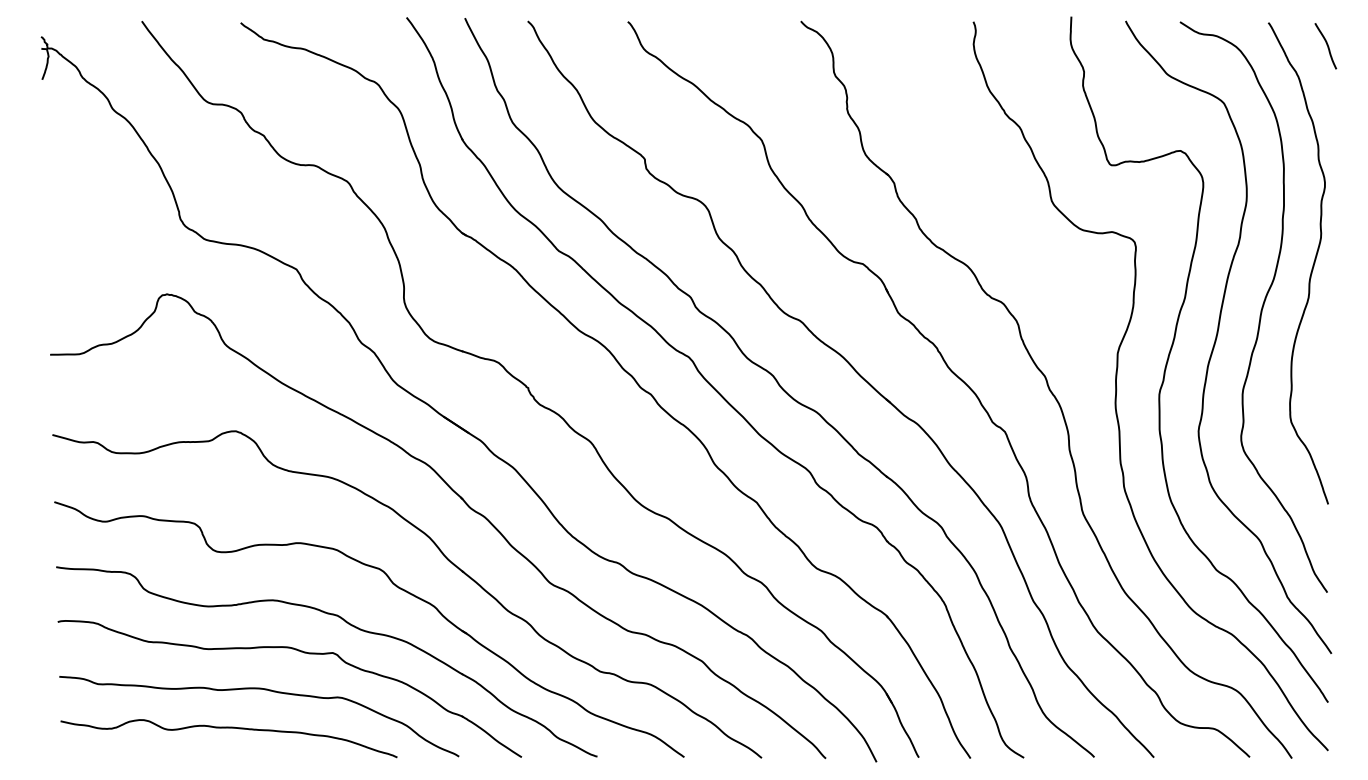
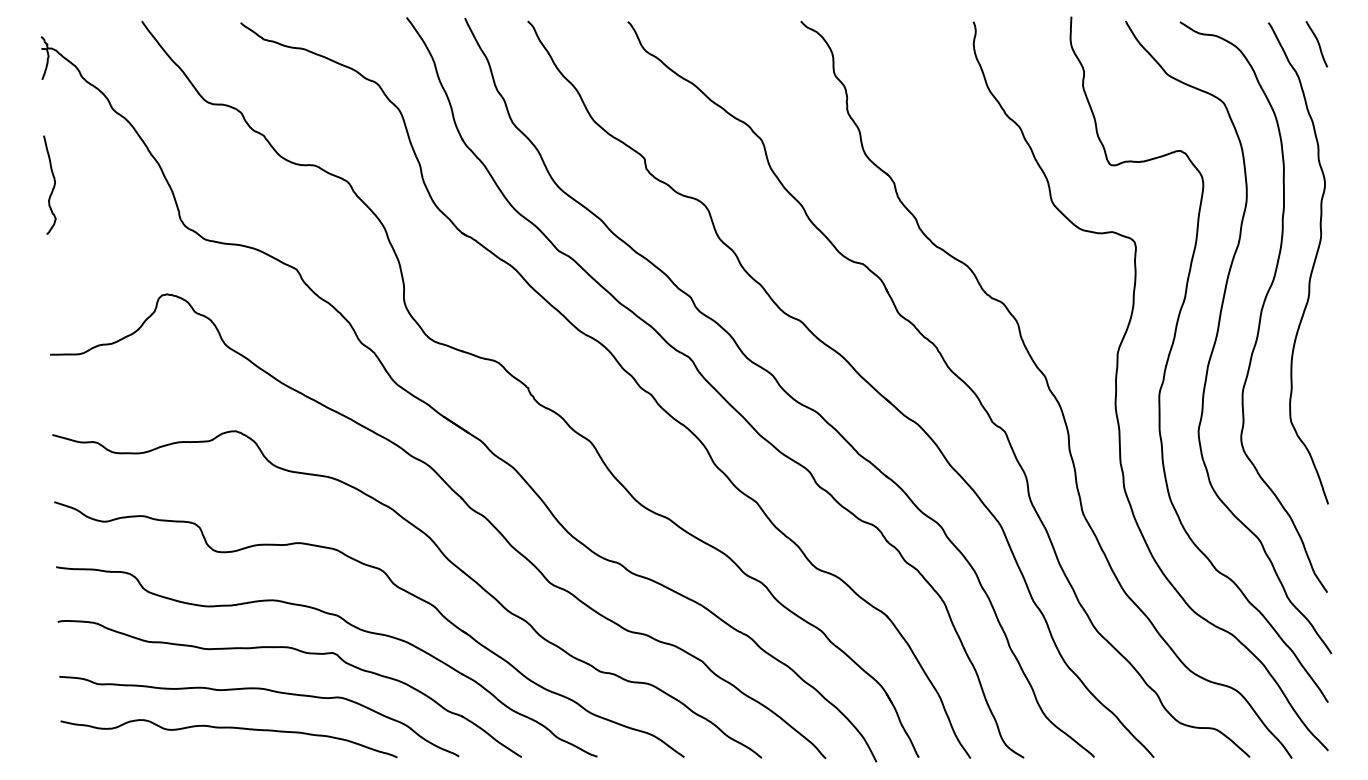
curve at (1326, 45) position: (1326, 45) -> (1317, 43)
curve at (53, 184): none -> present
